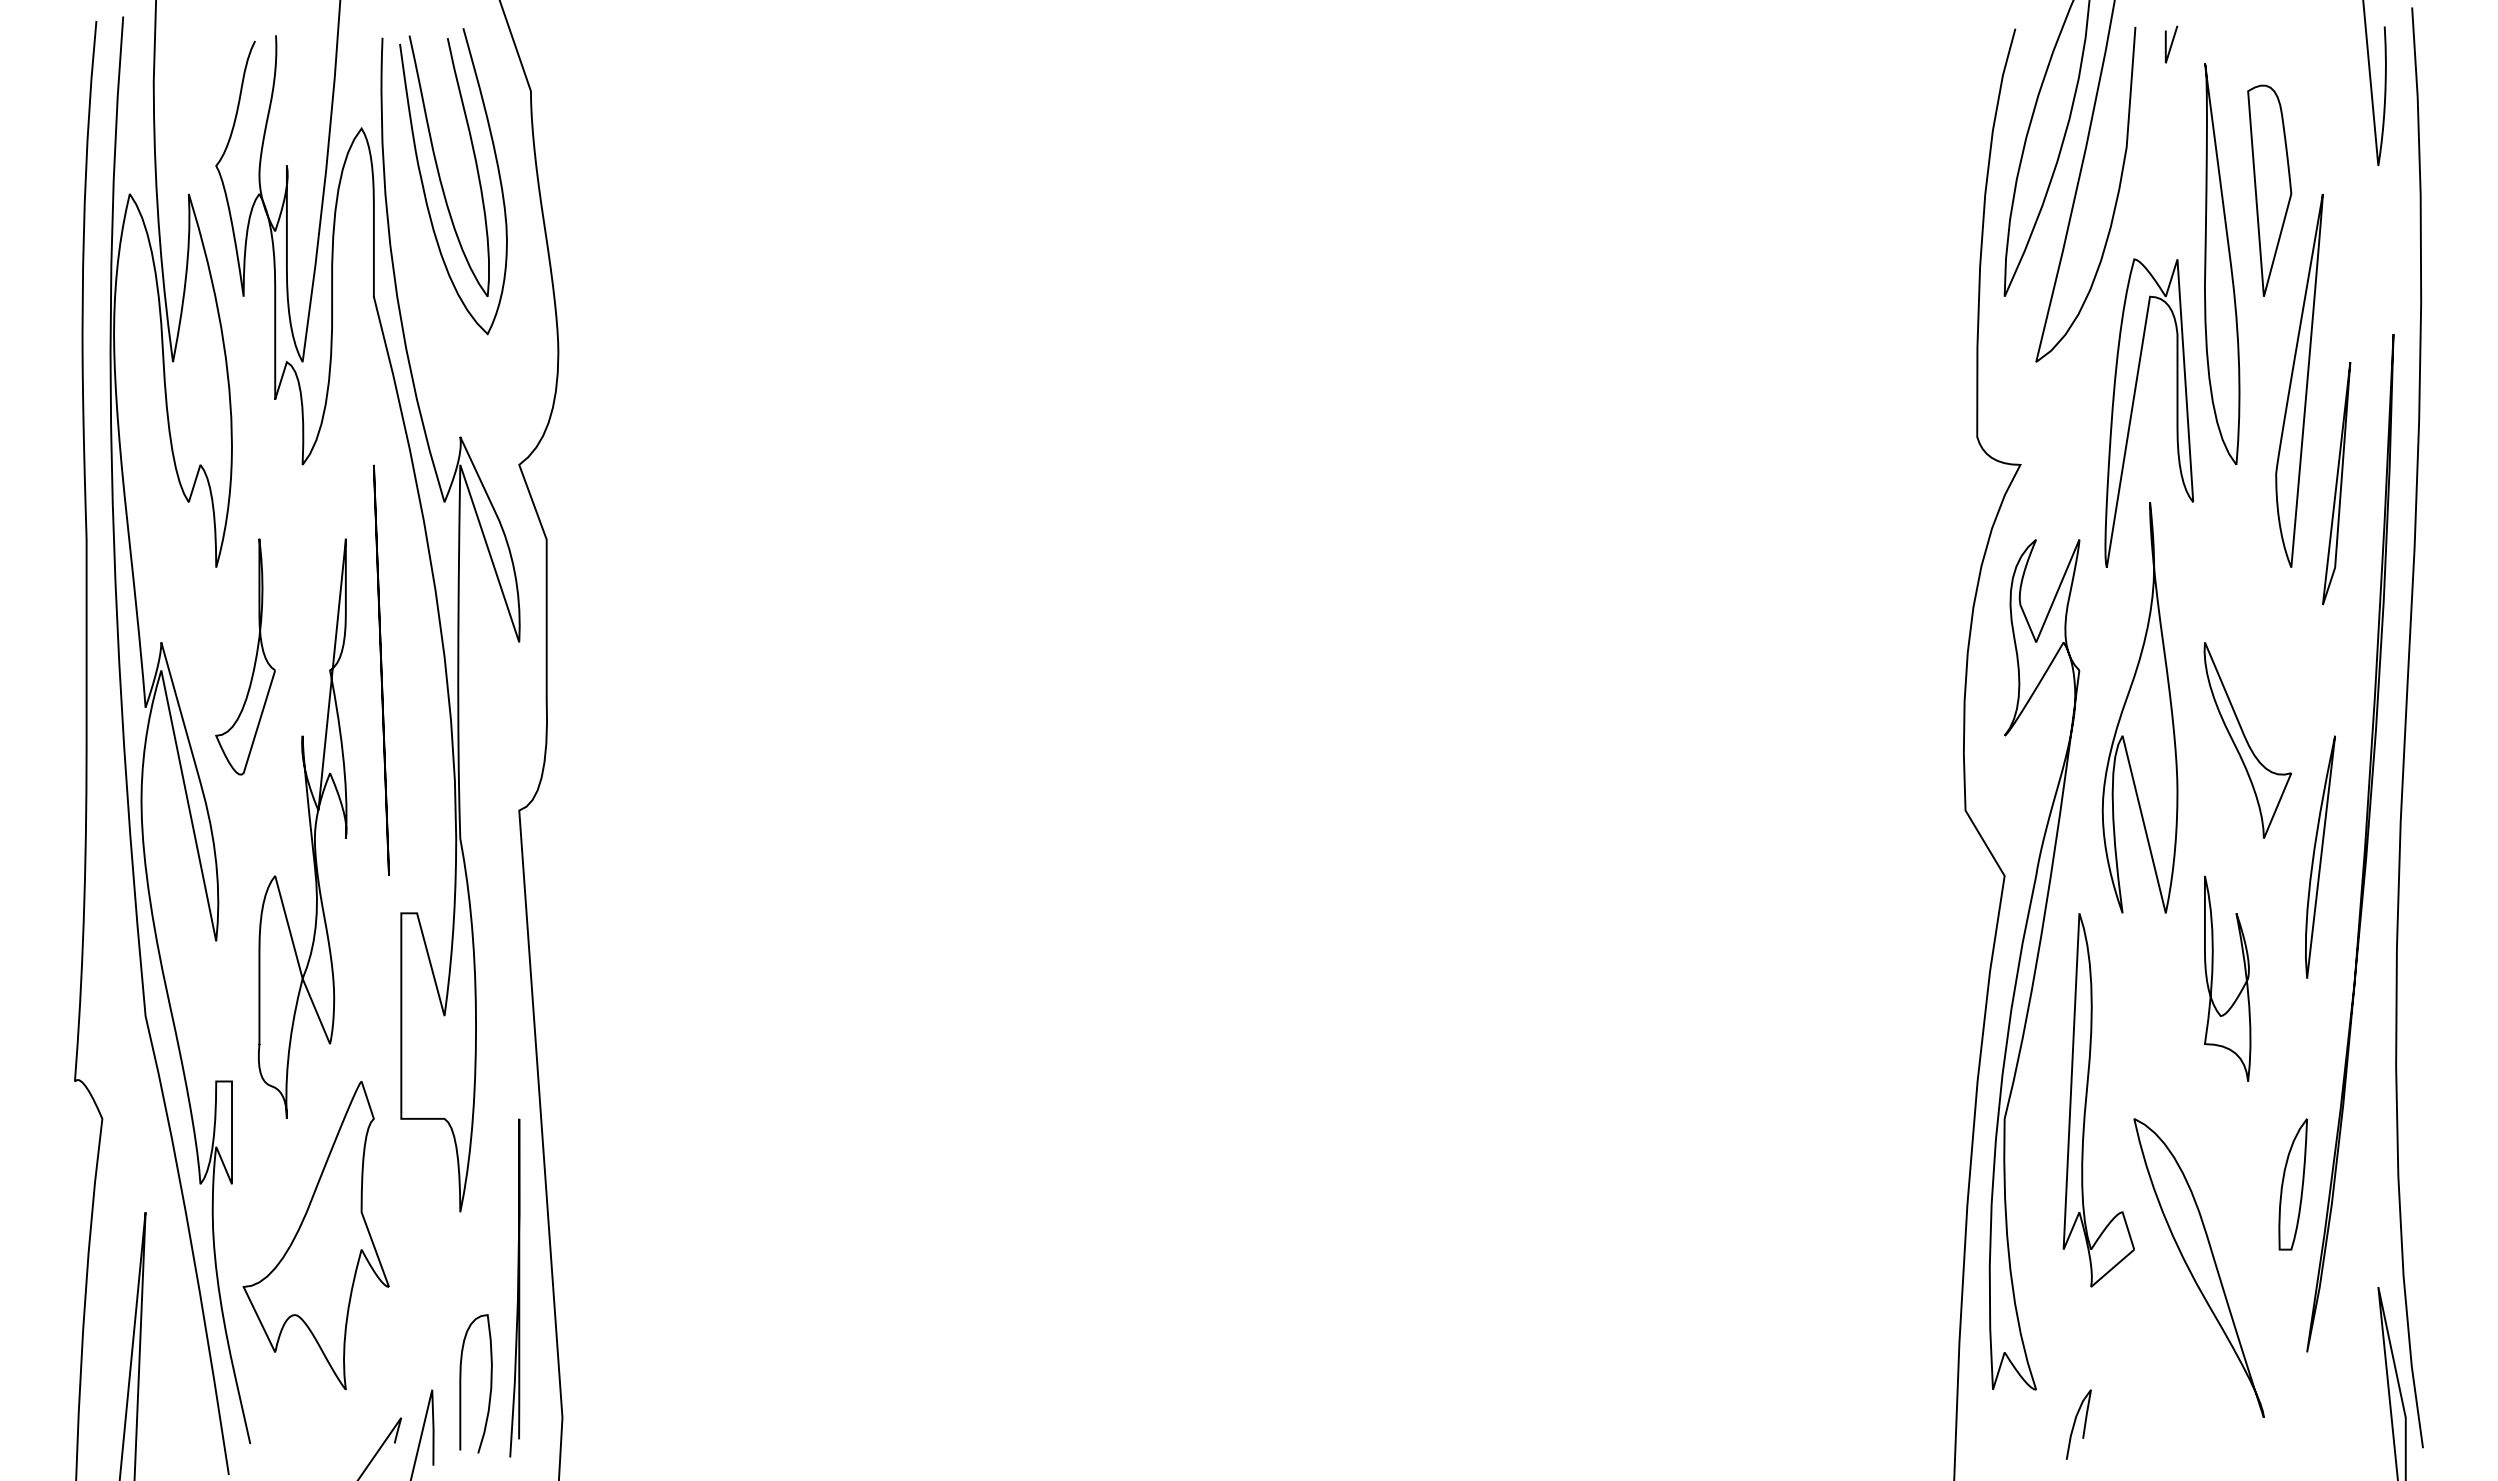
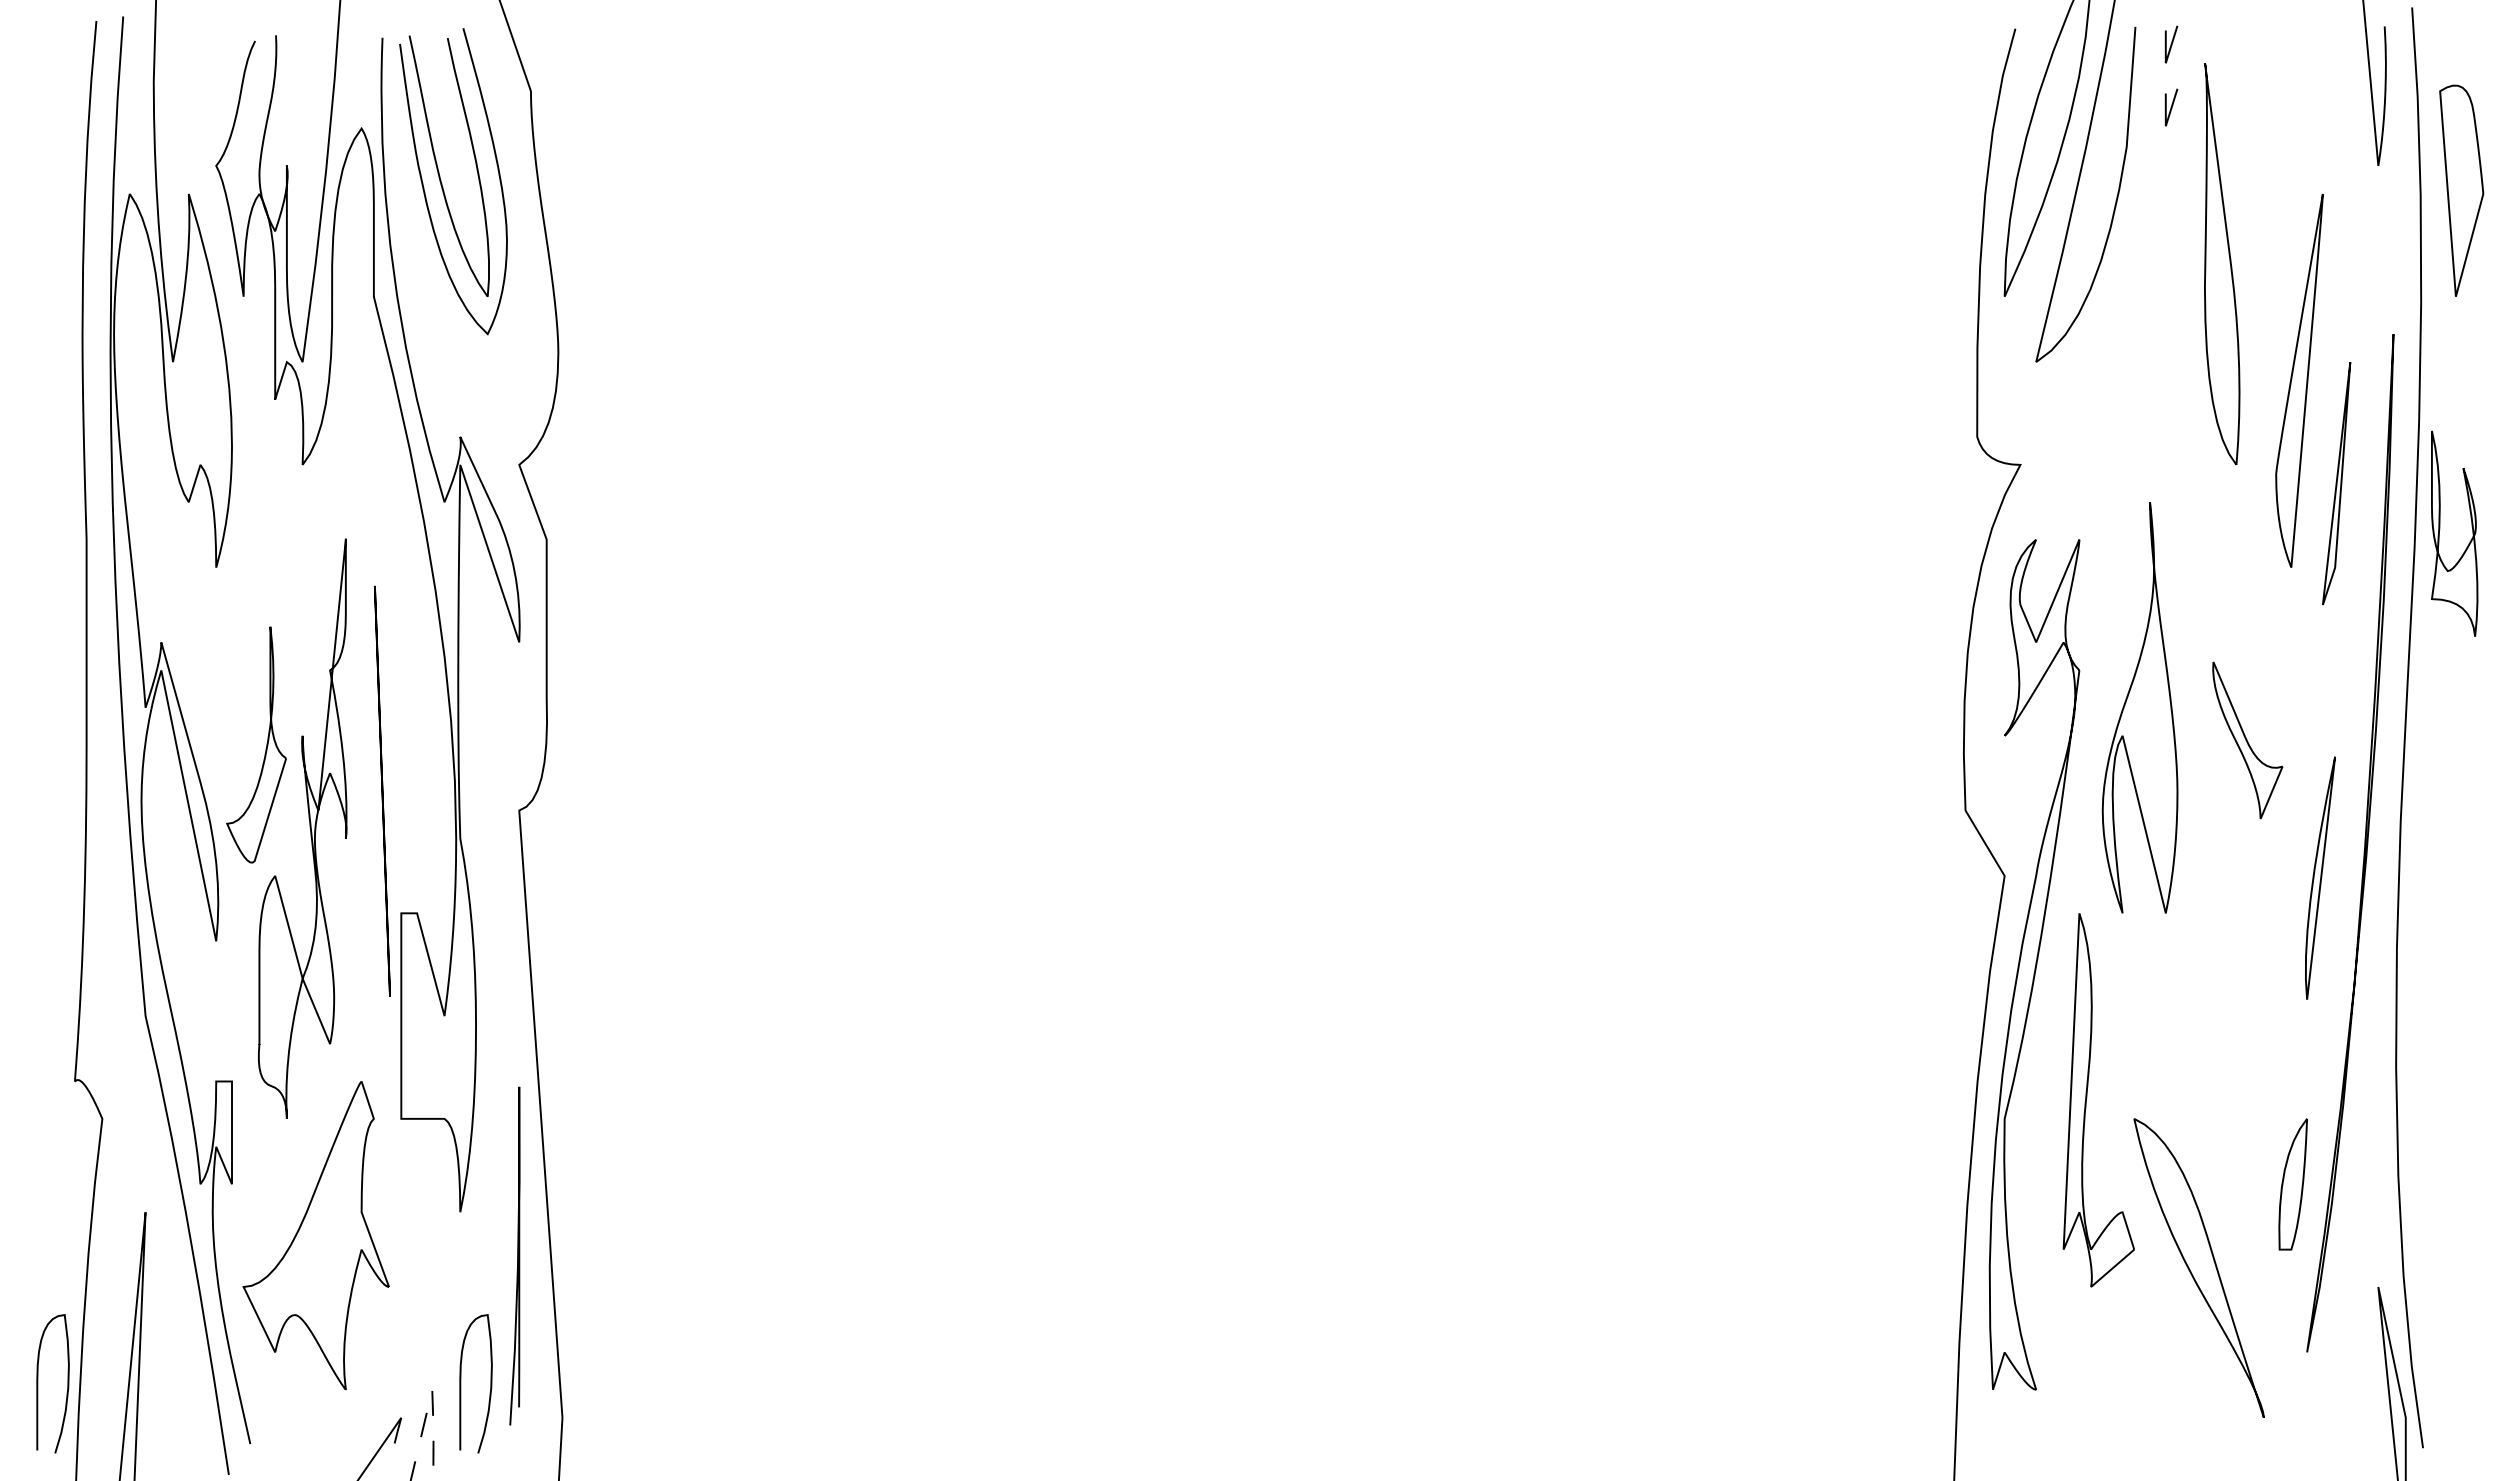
curve at (2171, 107): none -> present
part at (2269, 190) position: (2269, 190) -> (2461, 190)
part at (2133, 408): present -> none
part at (254, 660) position: (254, 660) -> (265, 748)
line at (381, 669) position: (381, 669) -> (382, 790)
part at (2247, 740) size: 89x197 px -> 72x159 px
part at (2320, 856) position: (2320, 856) -> (2320, 877)
part at (2213, 974) position: (2213, 974) -> (2440, 529)
curve at (517, 1287) position: (517, 1287) -> (517, 1255)
curve at (38, 1383): none -> present
line at (430, 1397): solid -> dashed
curve at (2075, 1423): present -> none
